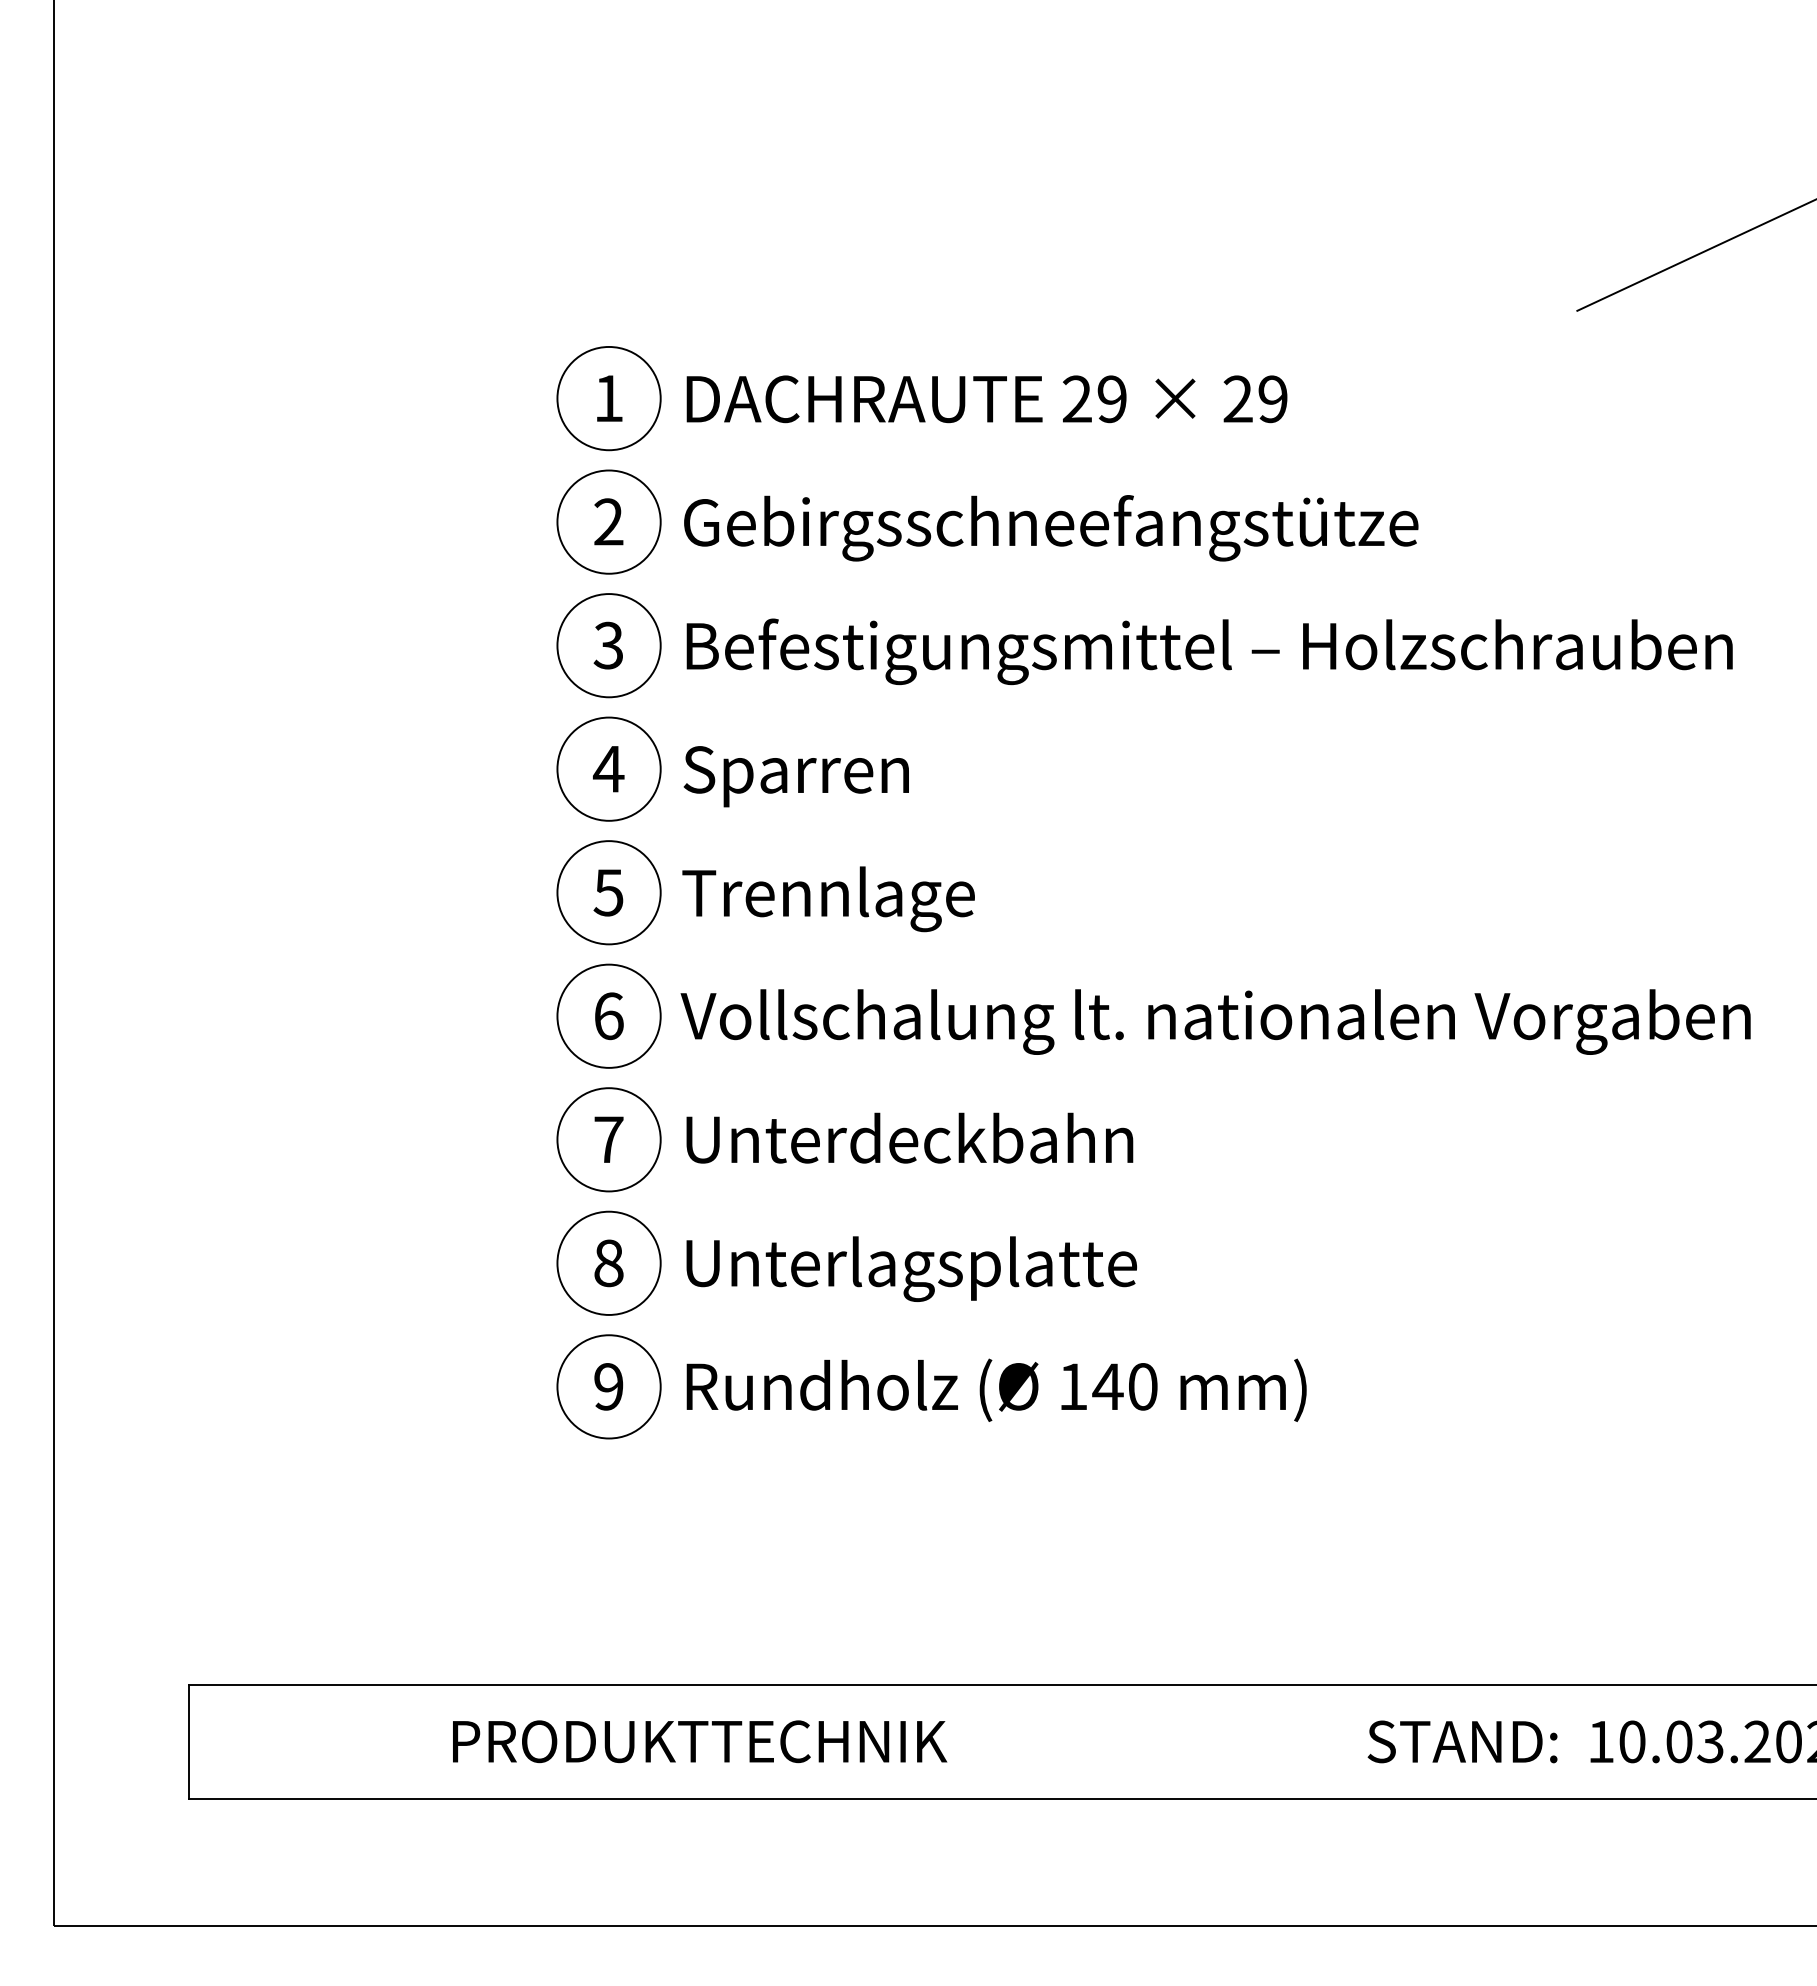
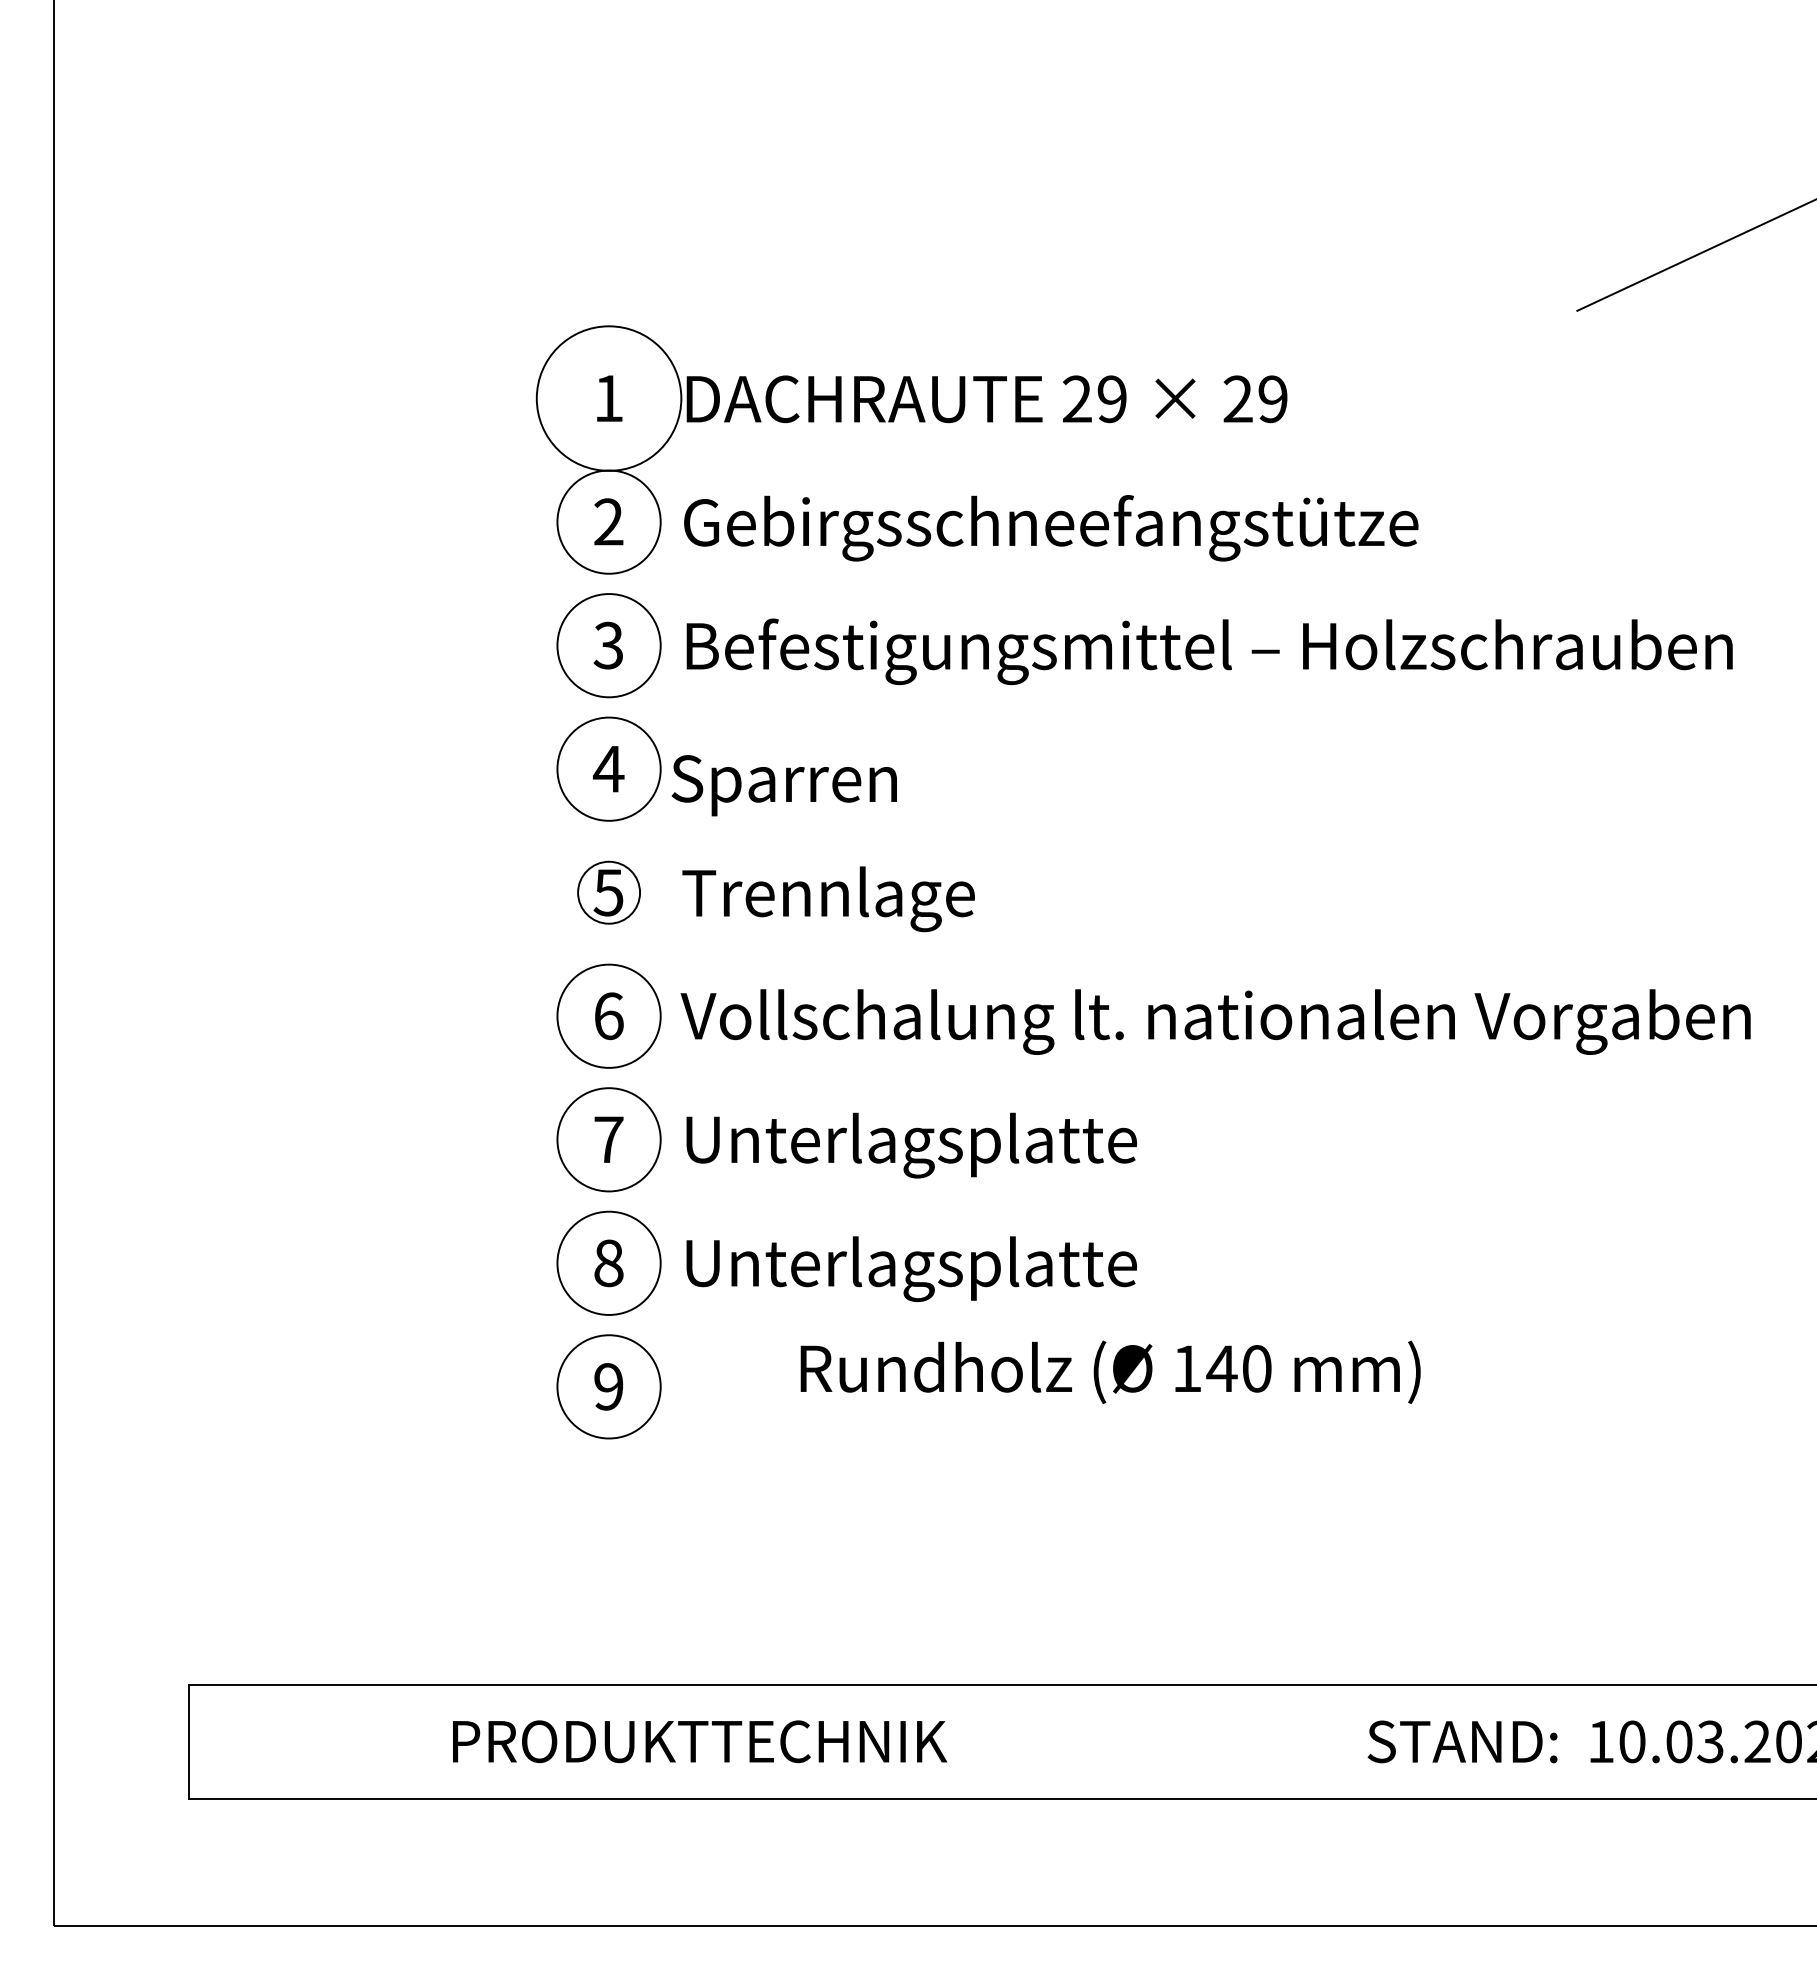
circle at (608, 398) diameter: 103 px -> 145 px
text at (795, 776) position: (795, 776) -> (783, 785)
circle at (608, 892) diameter: 103 px -> 62 px
text at (993, 1145): Unterdeckbahn -> Unterlagsplatte
text at (996, 1389) position: (996, 1389) -> (1110, 1371)
